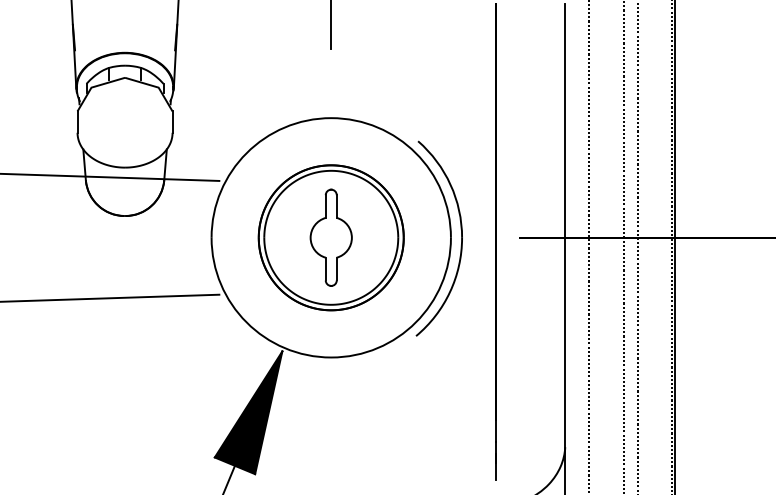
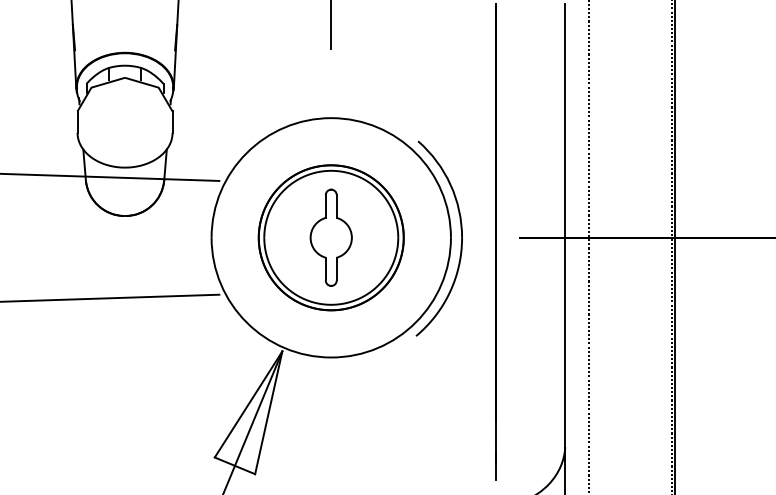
line at (623, 246): present -> none
line at (637, 246): present -> none
fill at (248, 412): present -> none
